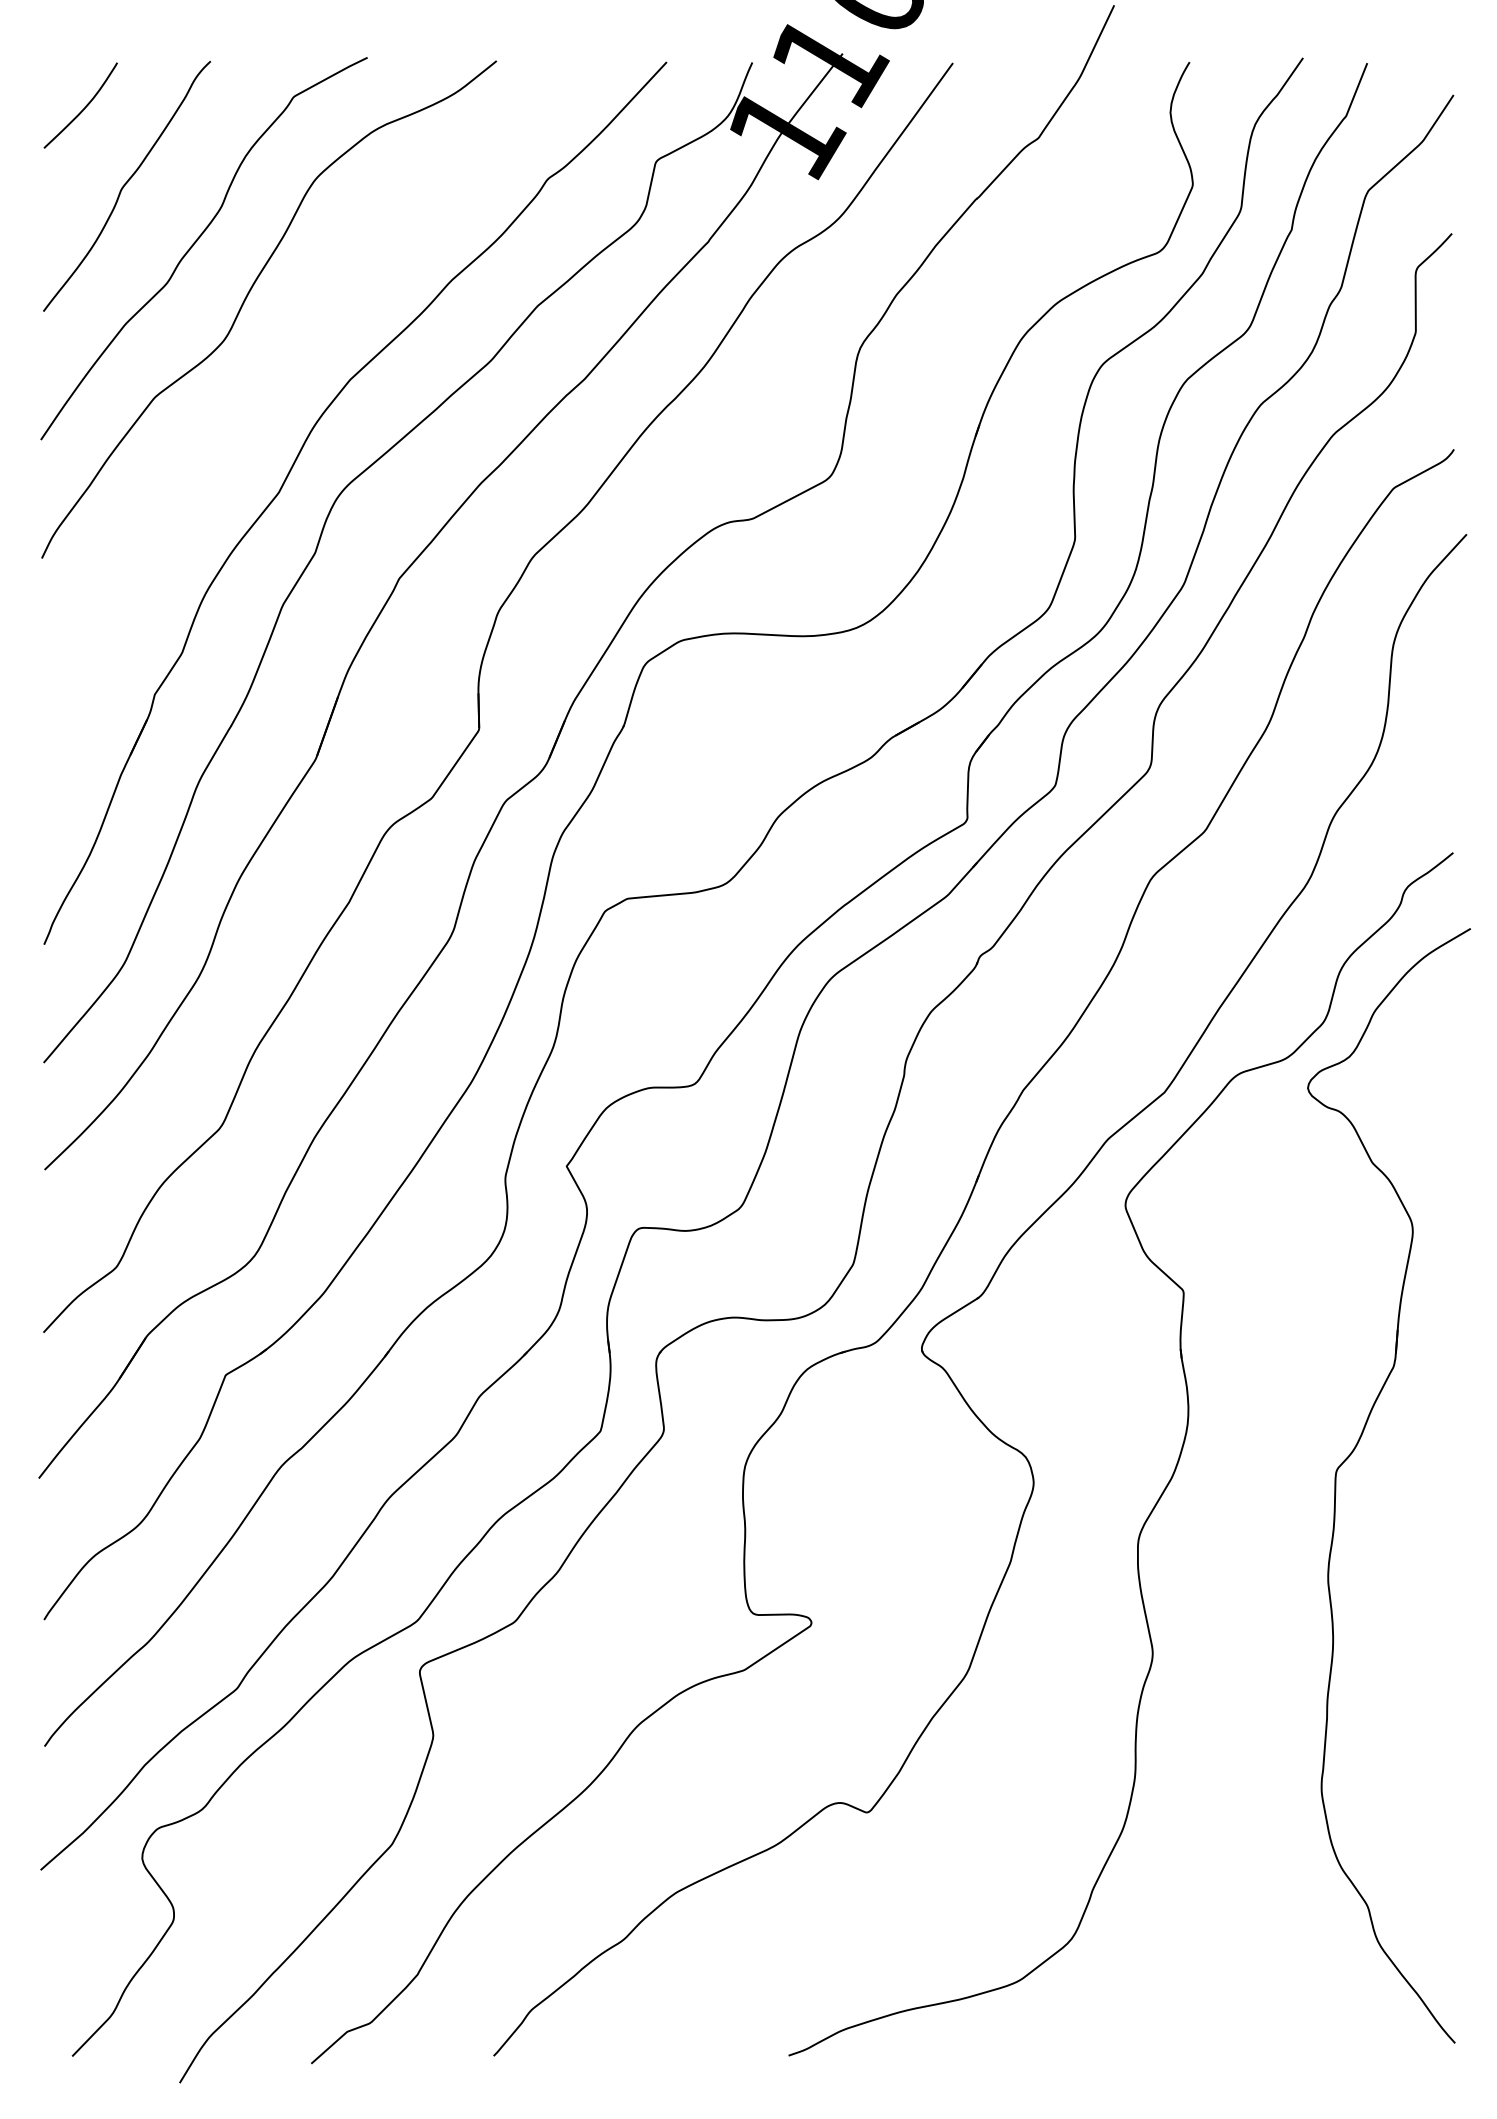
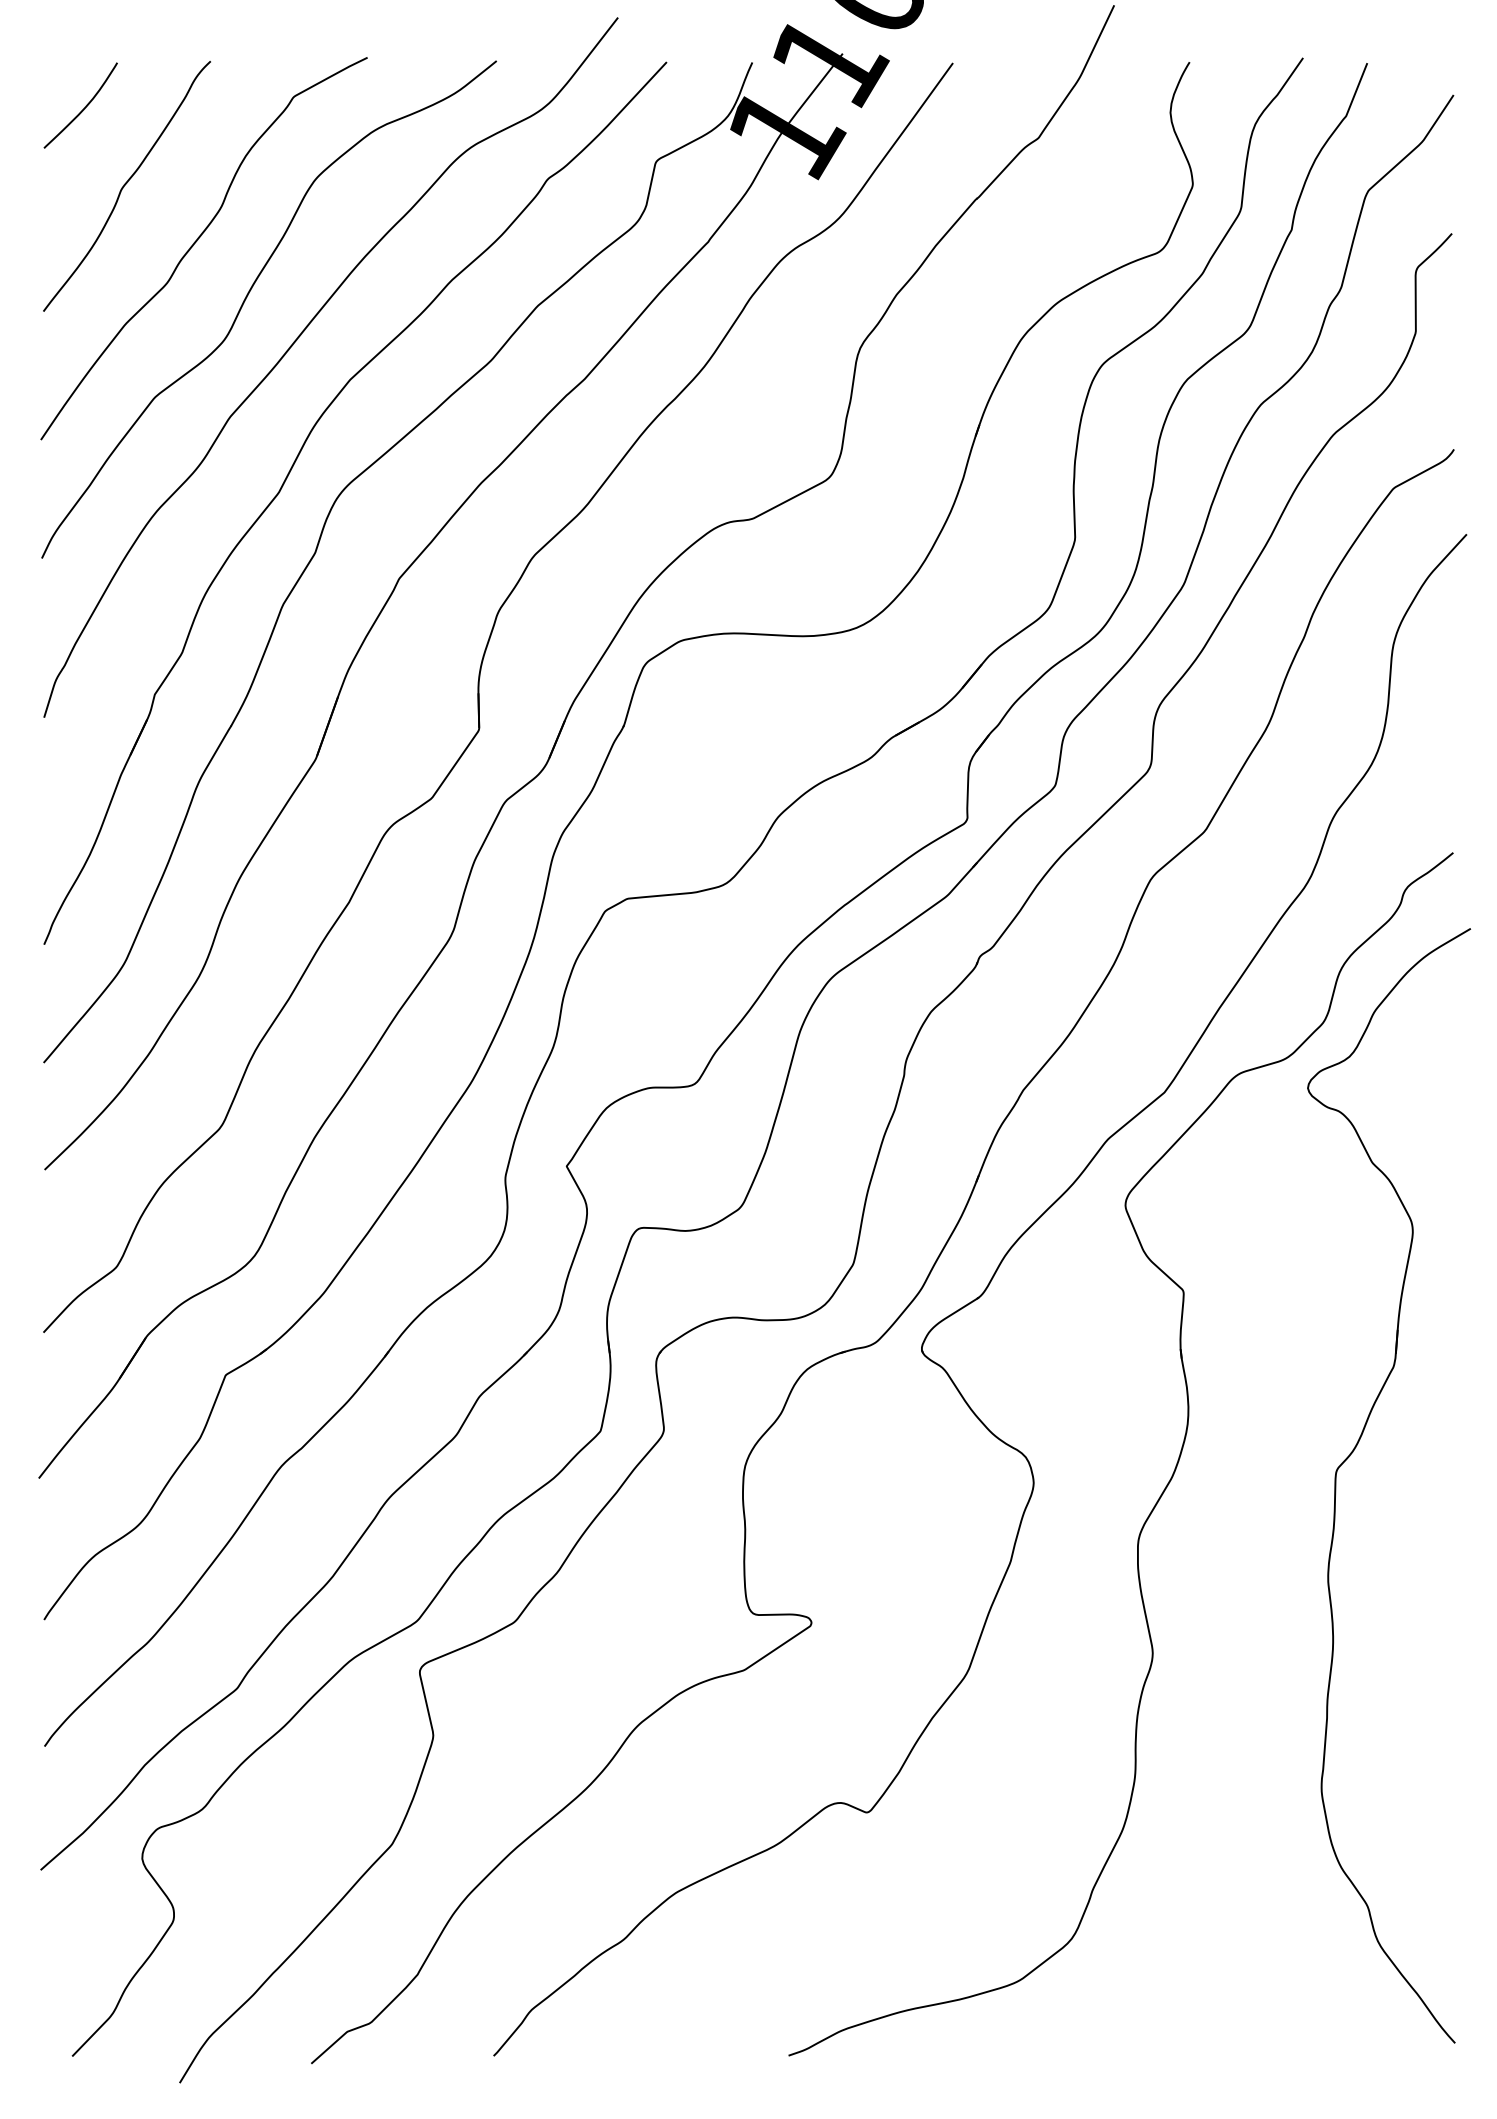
curve at (297, 340): none -> present
